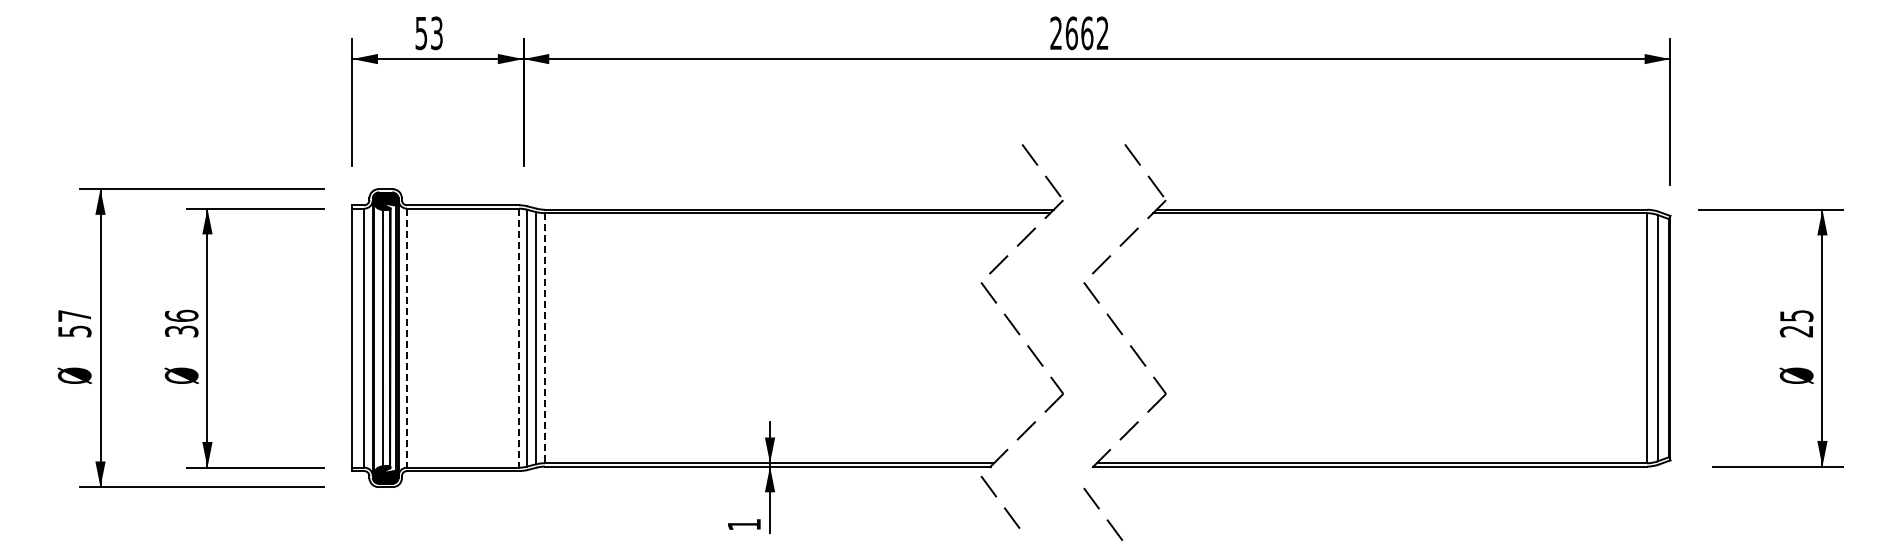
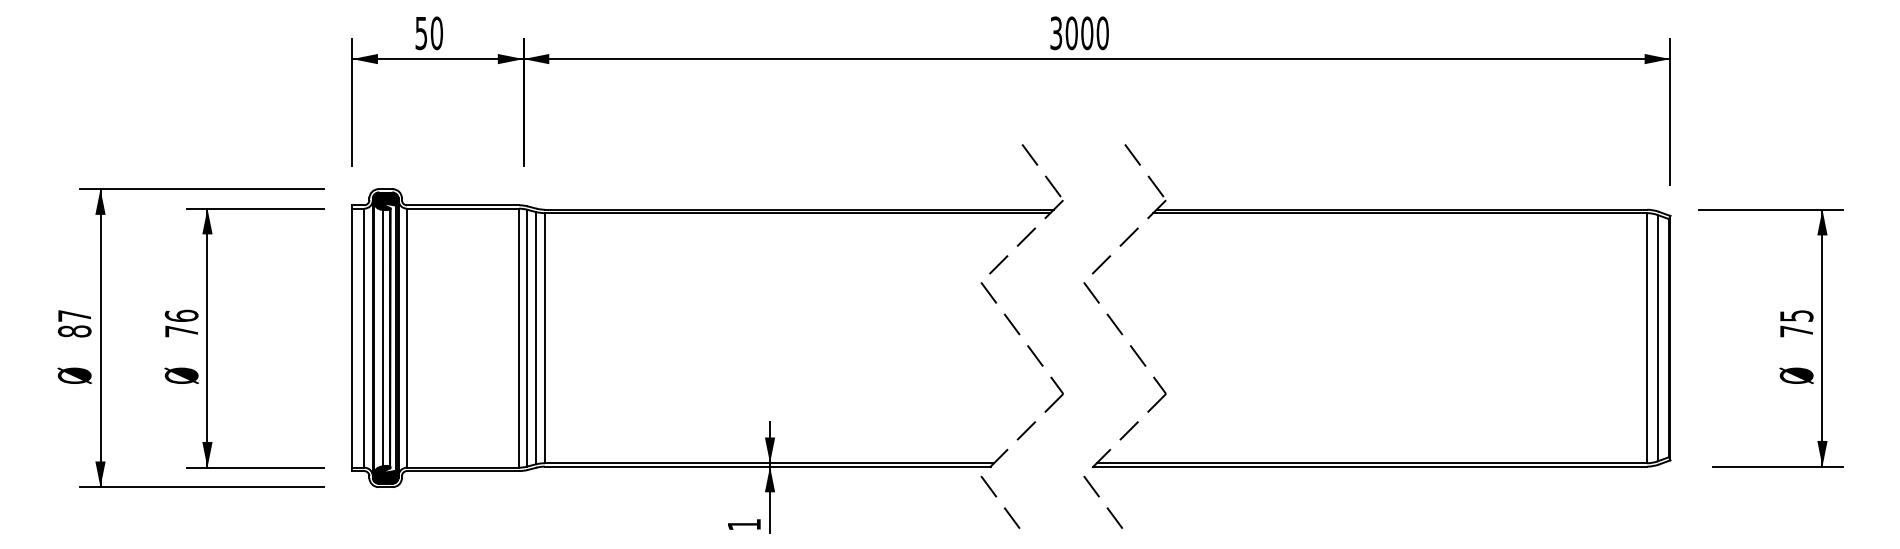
text at (436, 33): 53 -> 50
text at (1079, 33): 2662 -> 3000
text at (74, 331): 57 -> 87
text at (181, 331): 36 -> 76
text at (1795, 331): 25 -> 75
line at (407, 338): dashed -> solid
line at (519, 338): dashed -> solid
line at (545, 338): dashed -> solid
line at (1099, 509) position: (1099, 509) -> (1099, 497)
